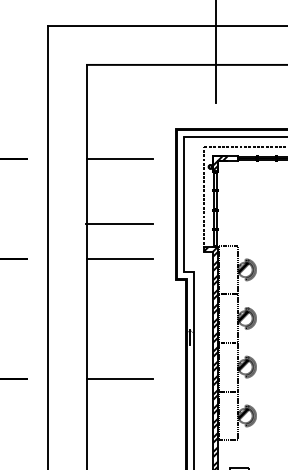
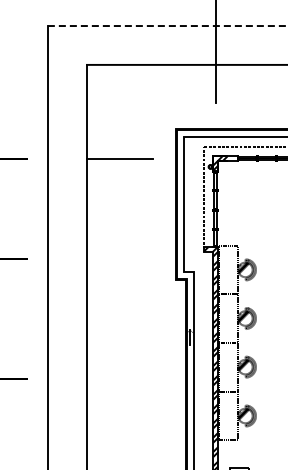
line at (167, 26): solid -> dashed
line at (119, 223): present -> none
line at (119, 259): present -> none
line at (119, 379): present -> none
